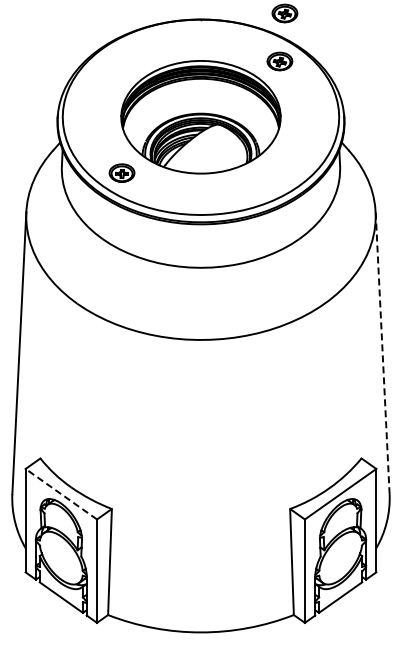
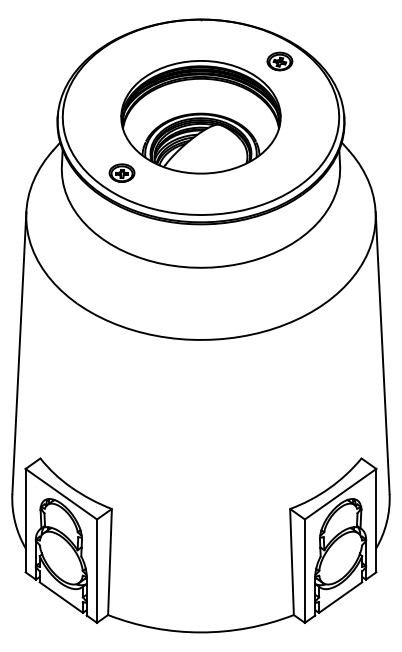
part at (284, 13): present -> none
line at (382, 352): dashed -> solid
line at (61, 494): dashed -> solid
